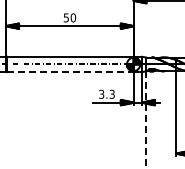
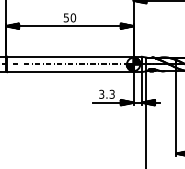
line at (70, 72): dashed -> solid
line at (146, 120): dashed -> solid
